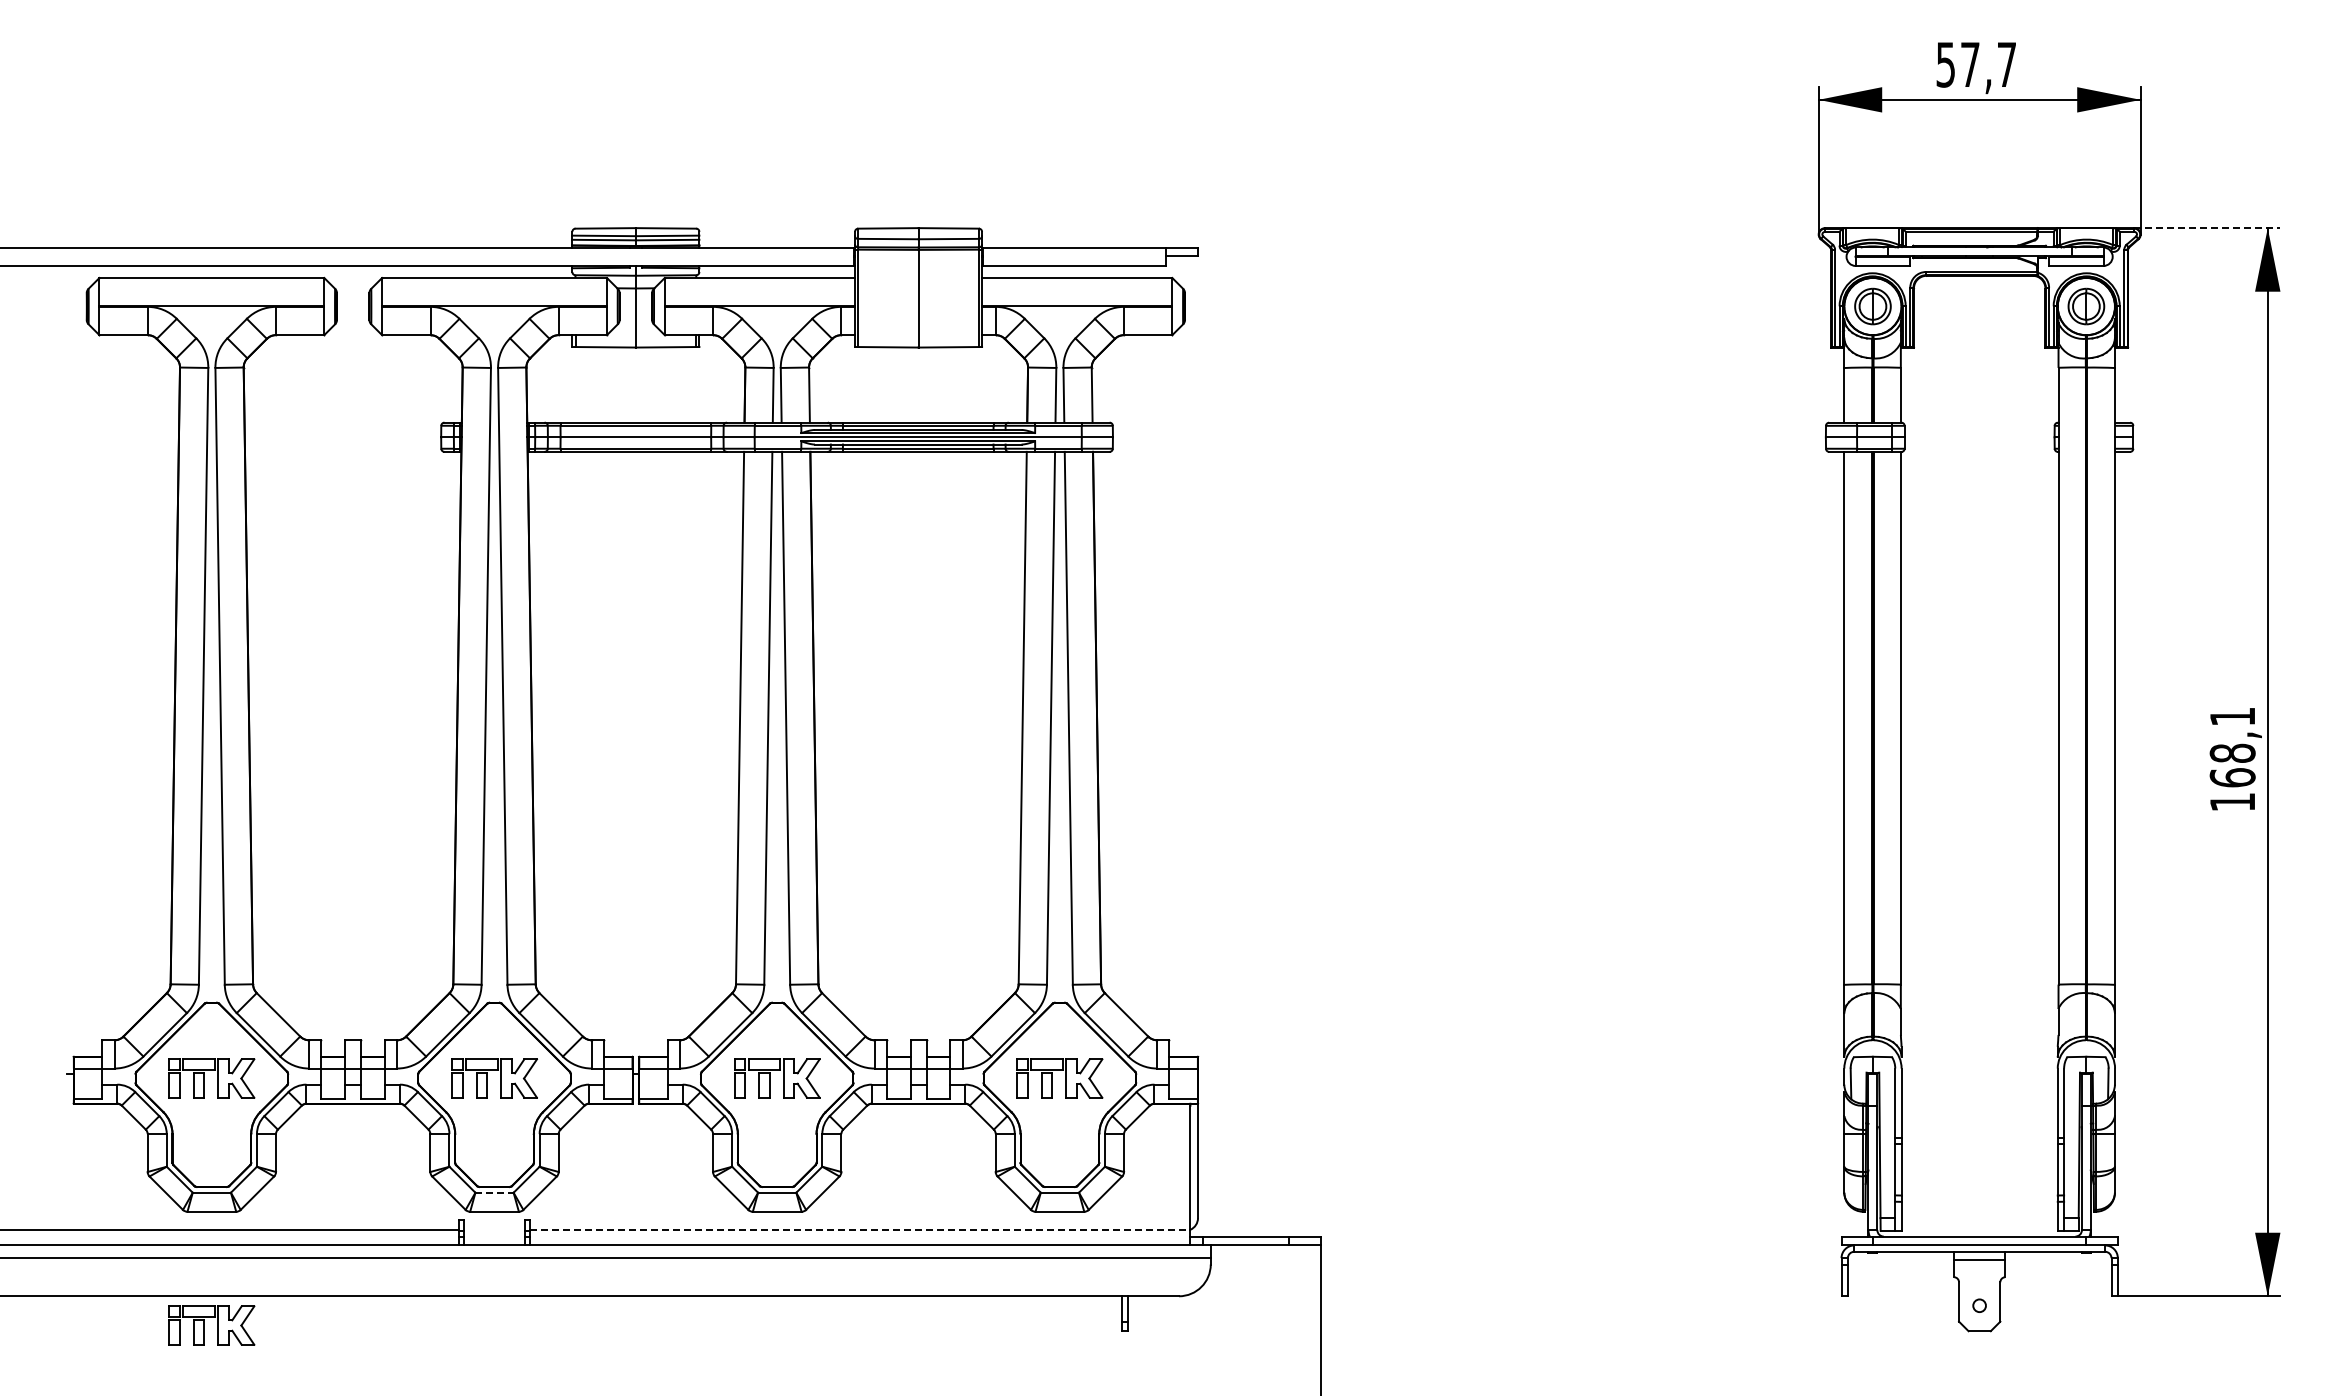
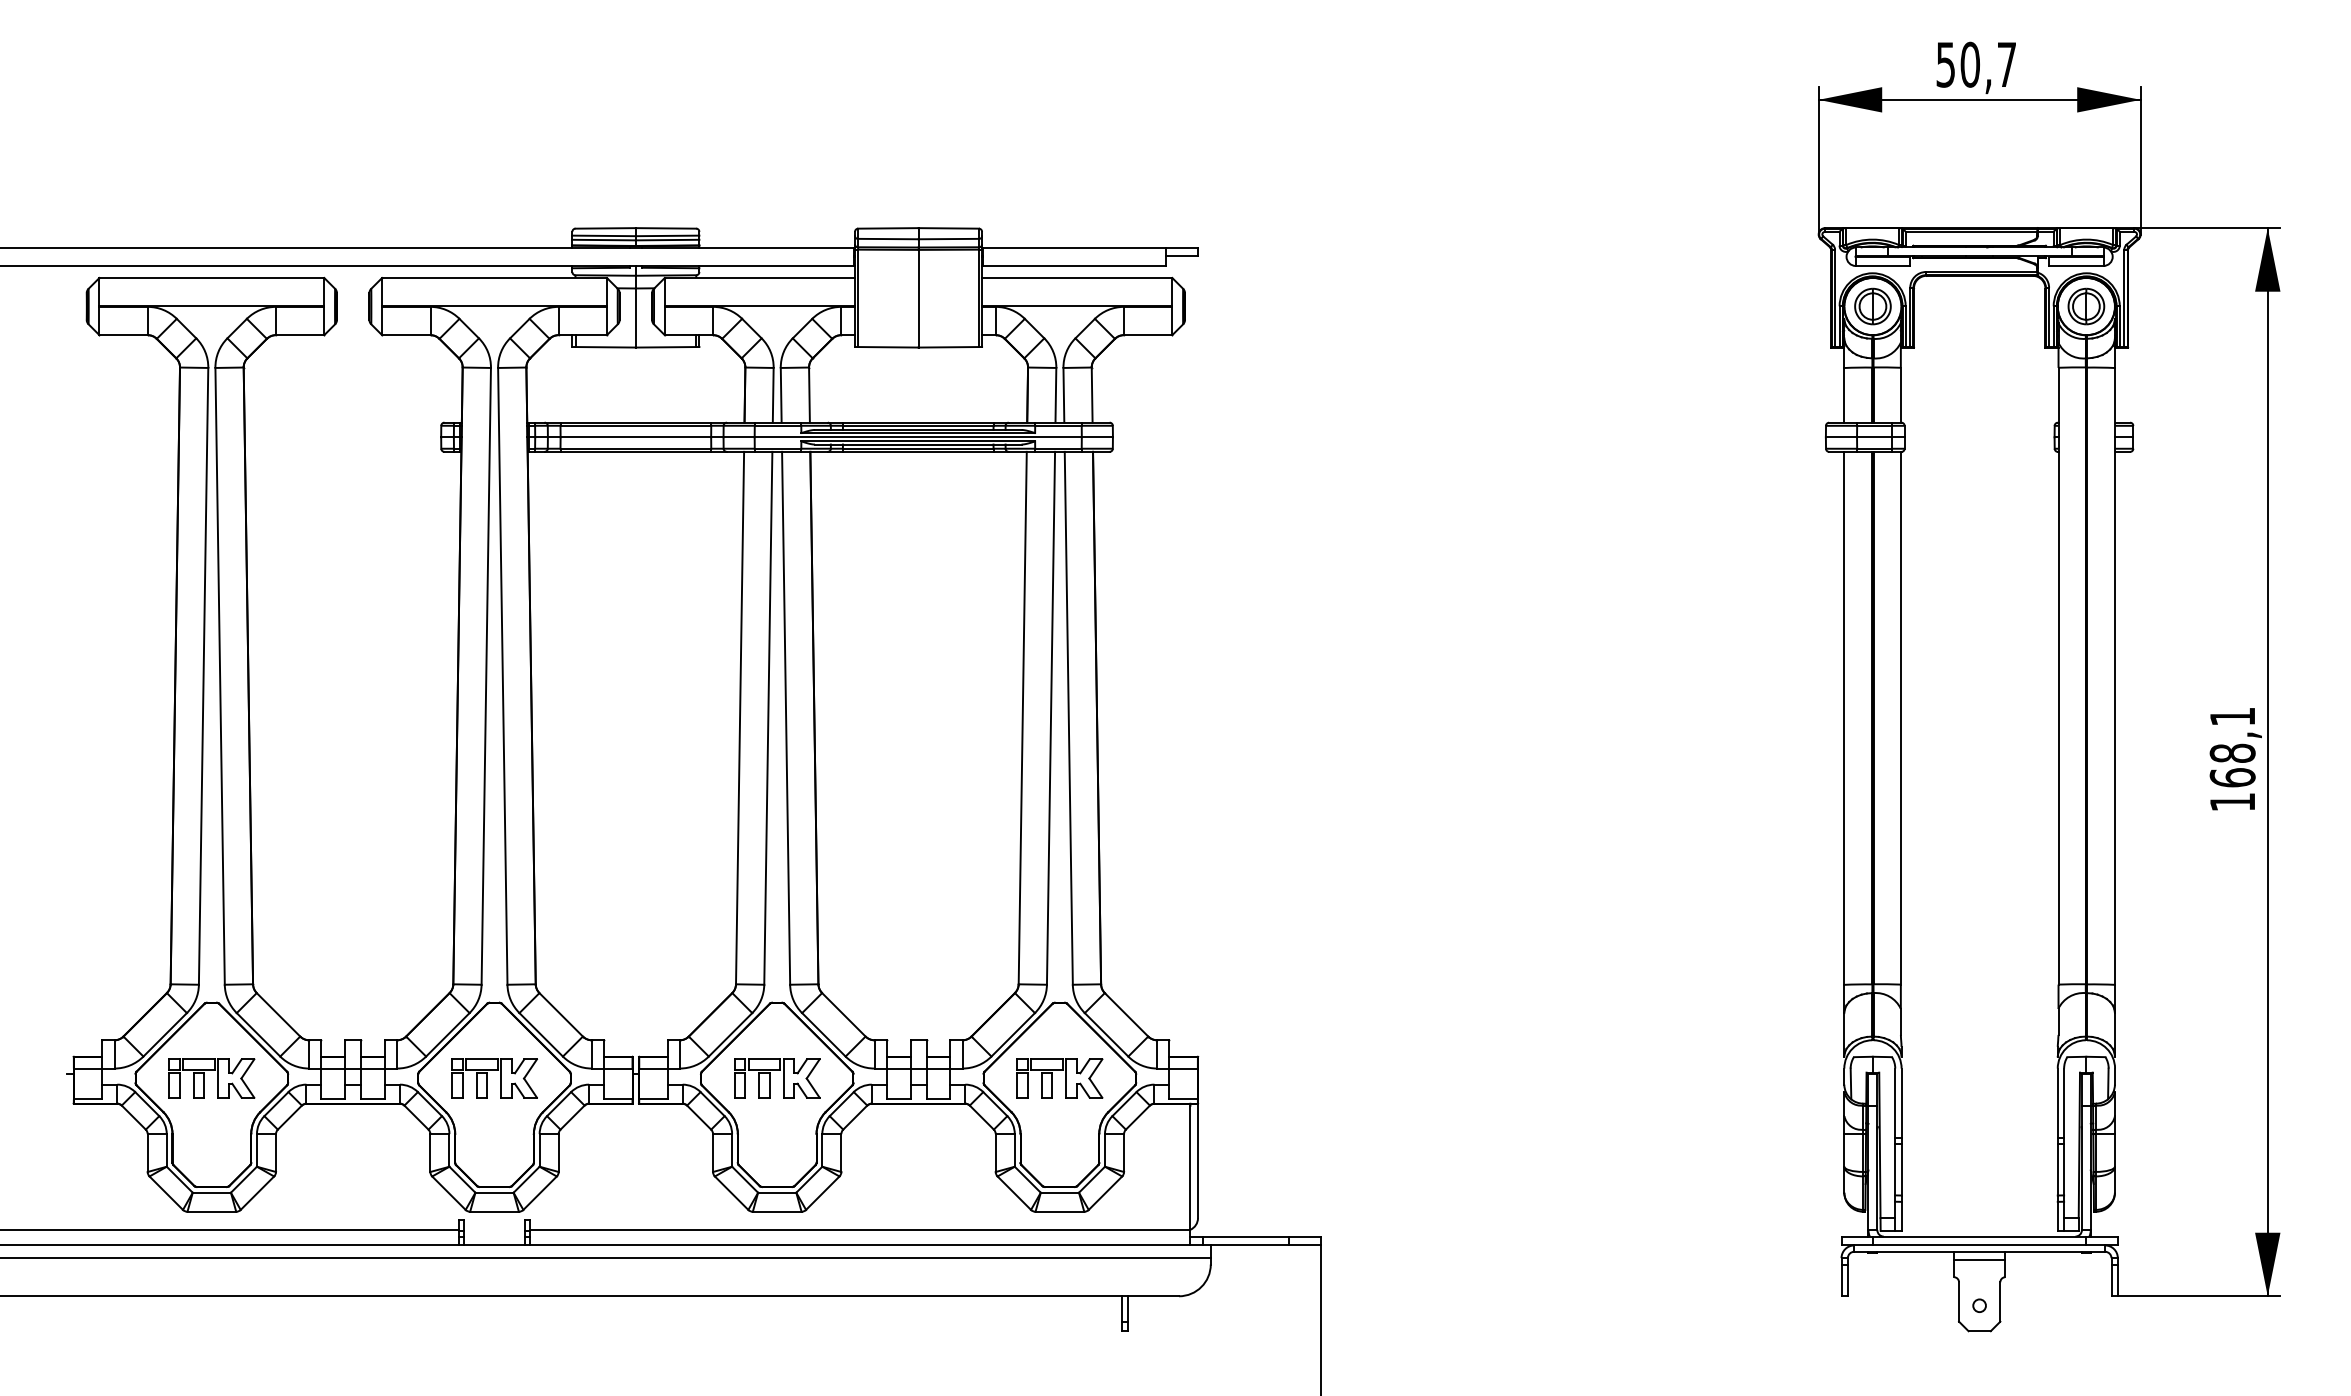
text at (1969, 64): 57,7 -> 50,7
line at (2207, 228): dashed -> solid
line at (495, 1192): dashed -> solid
line at (860, 1230): dashed -> solid
part at (211, 1325): present -> none
